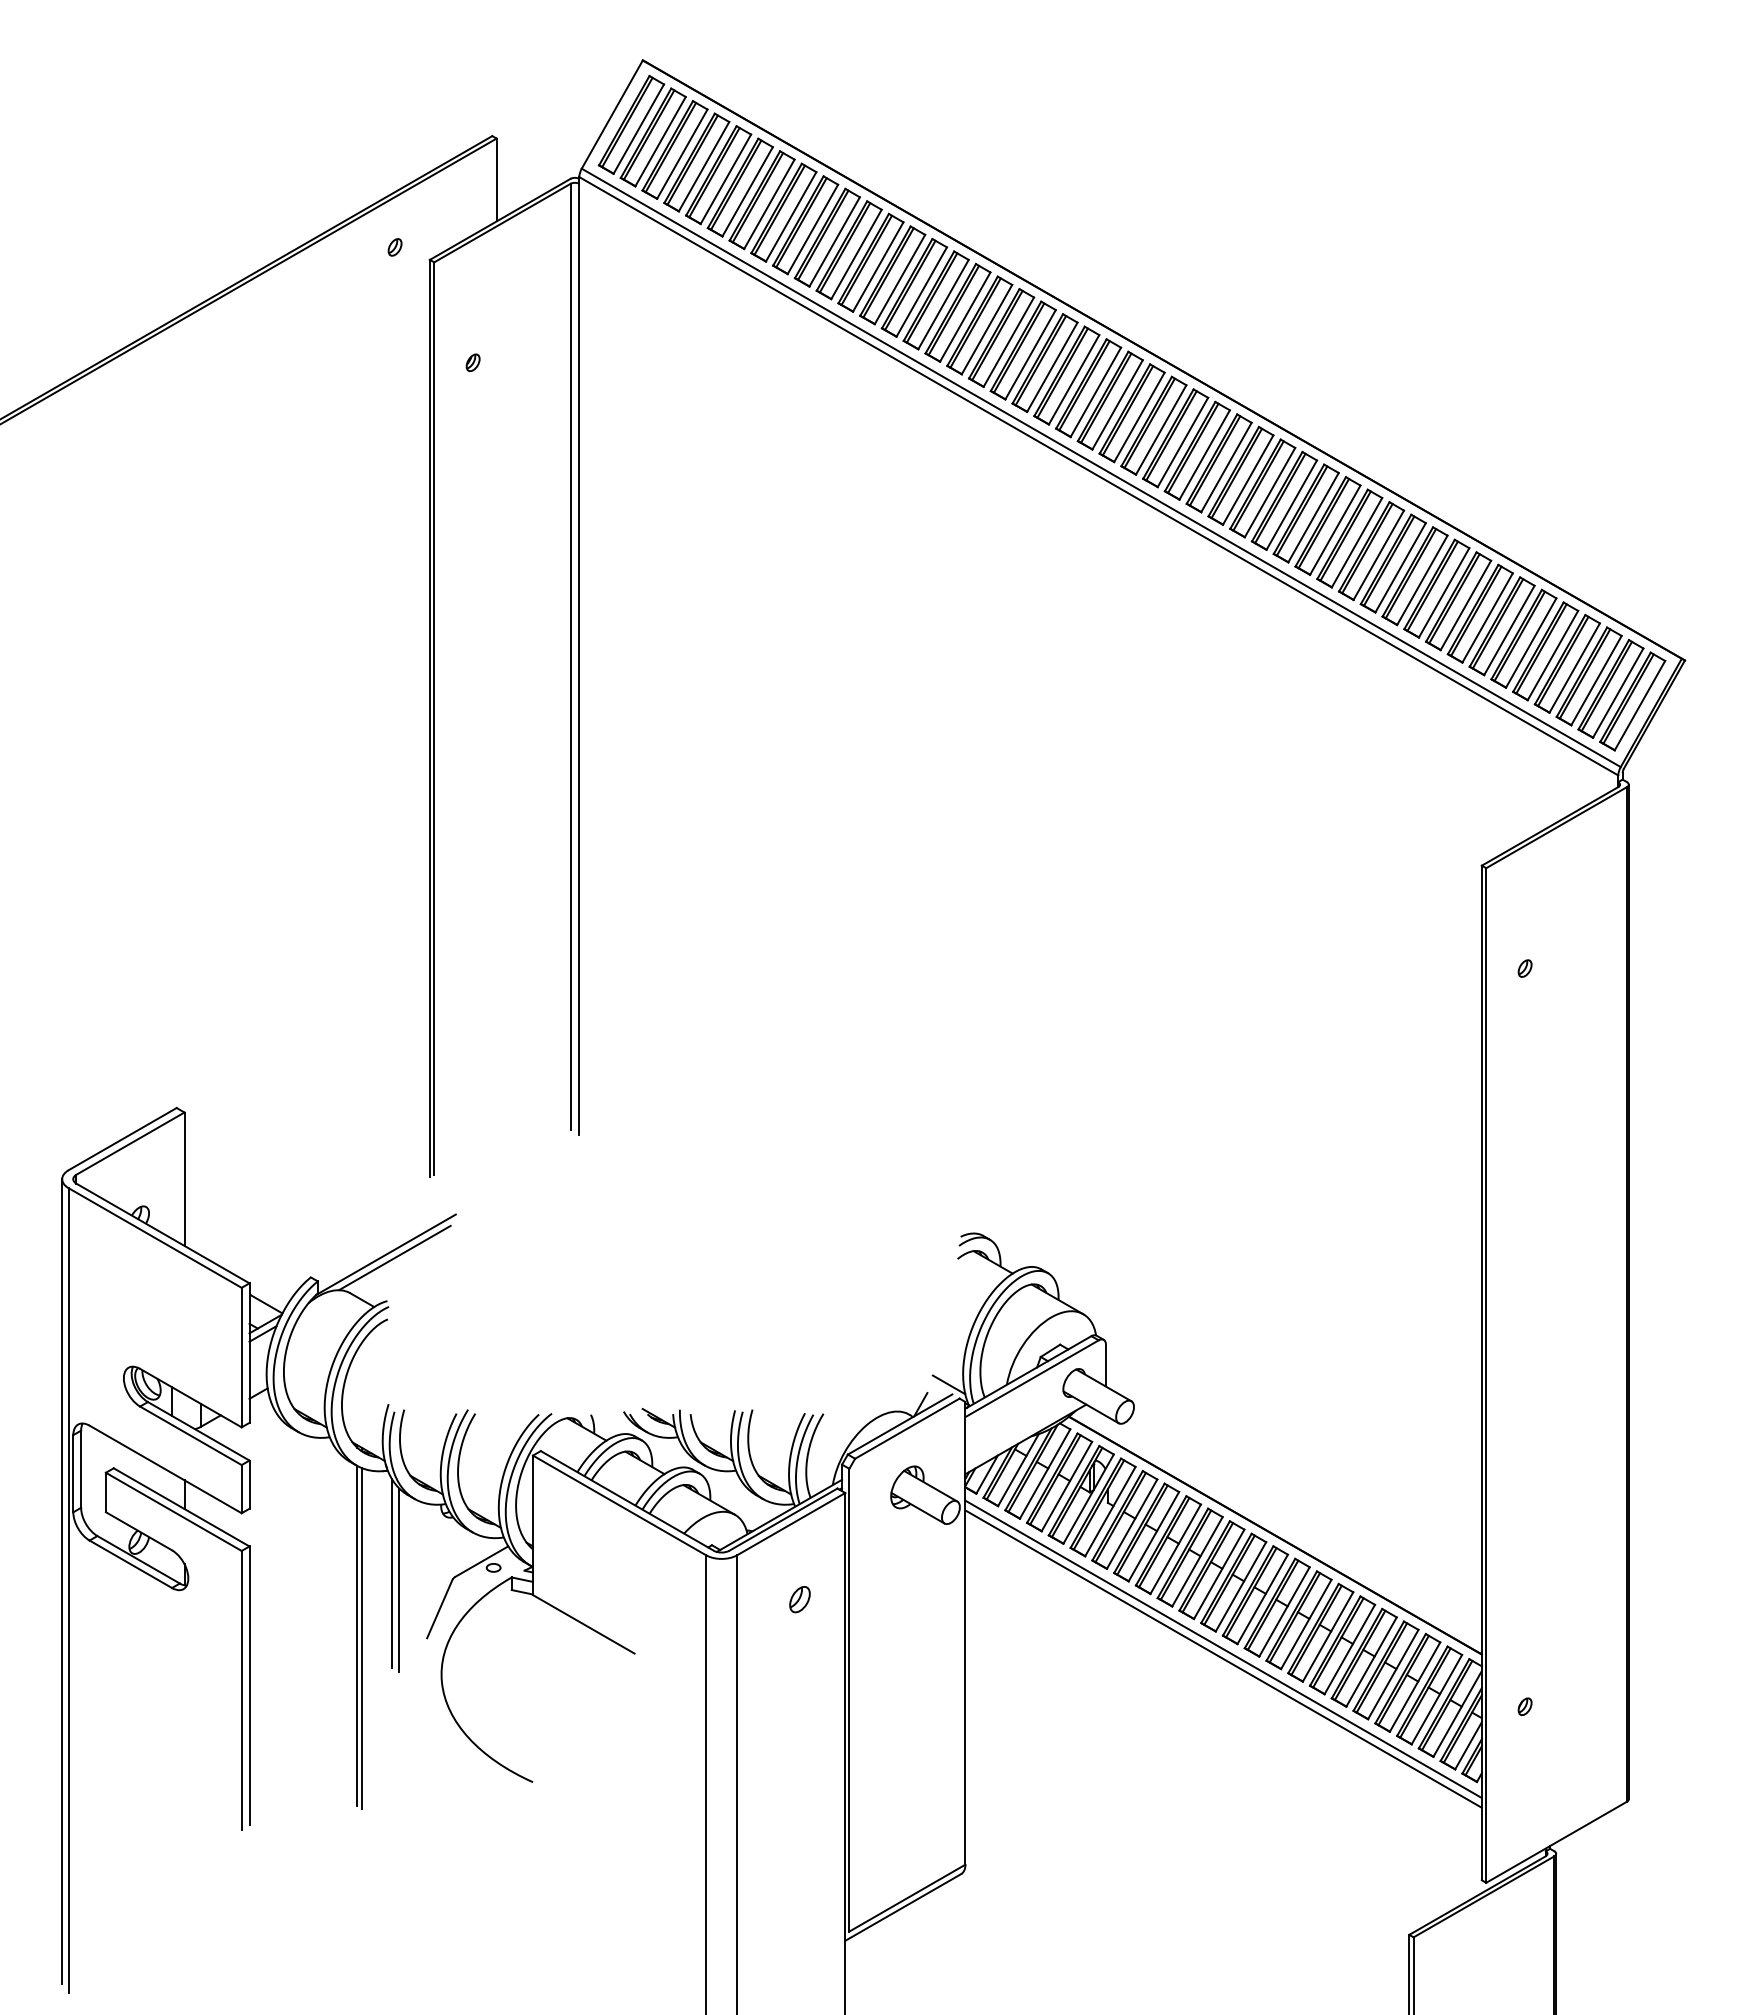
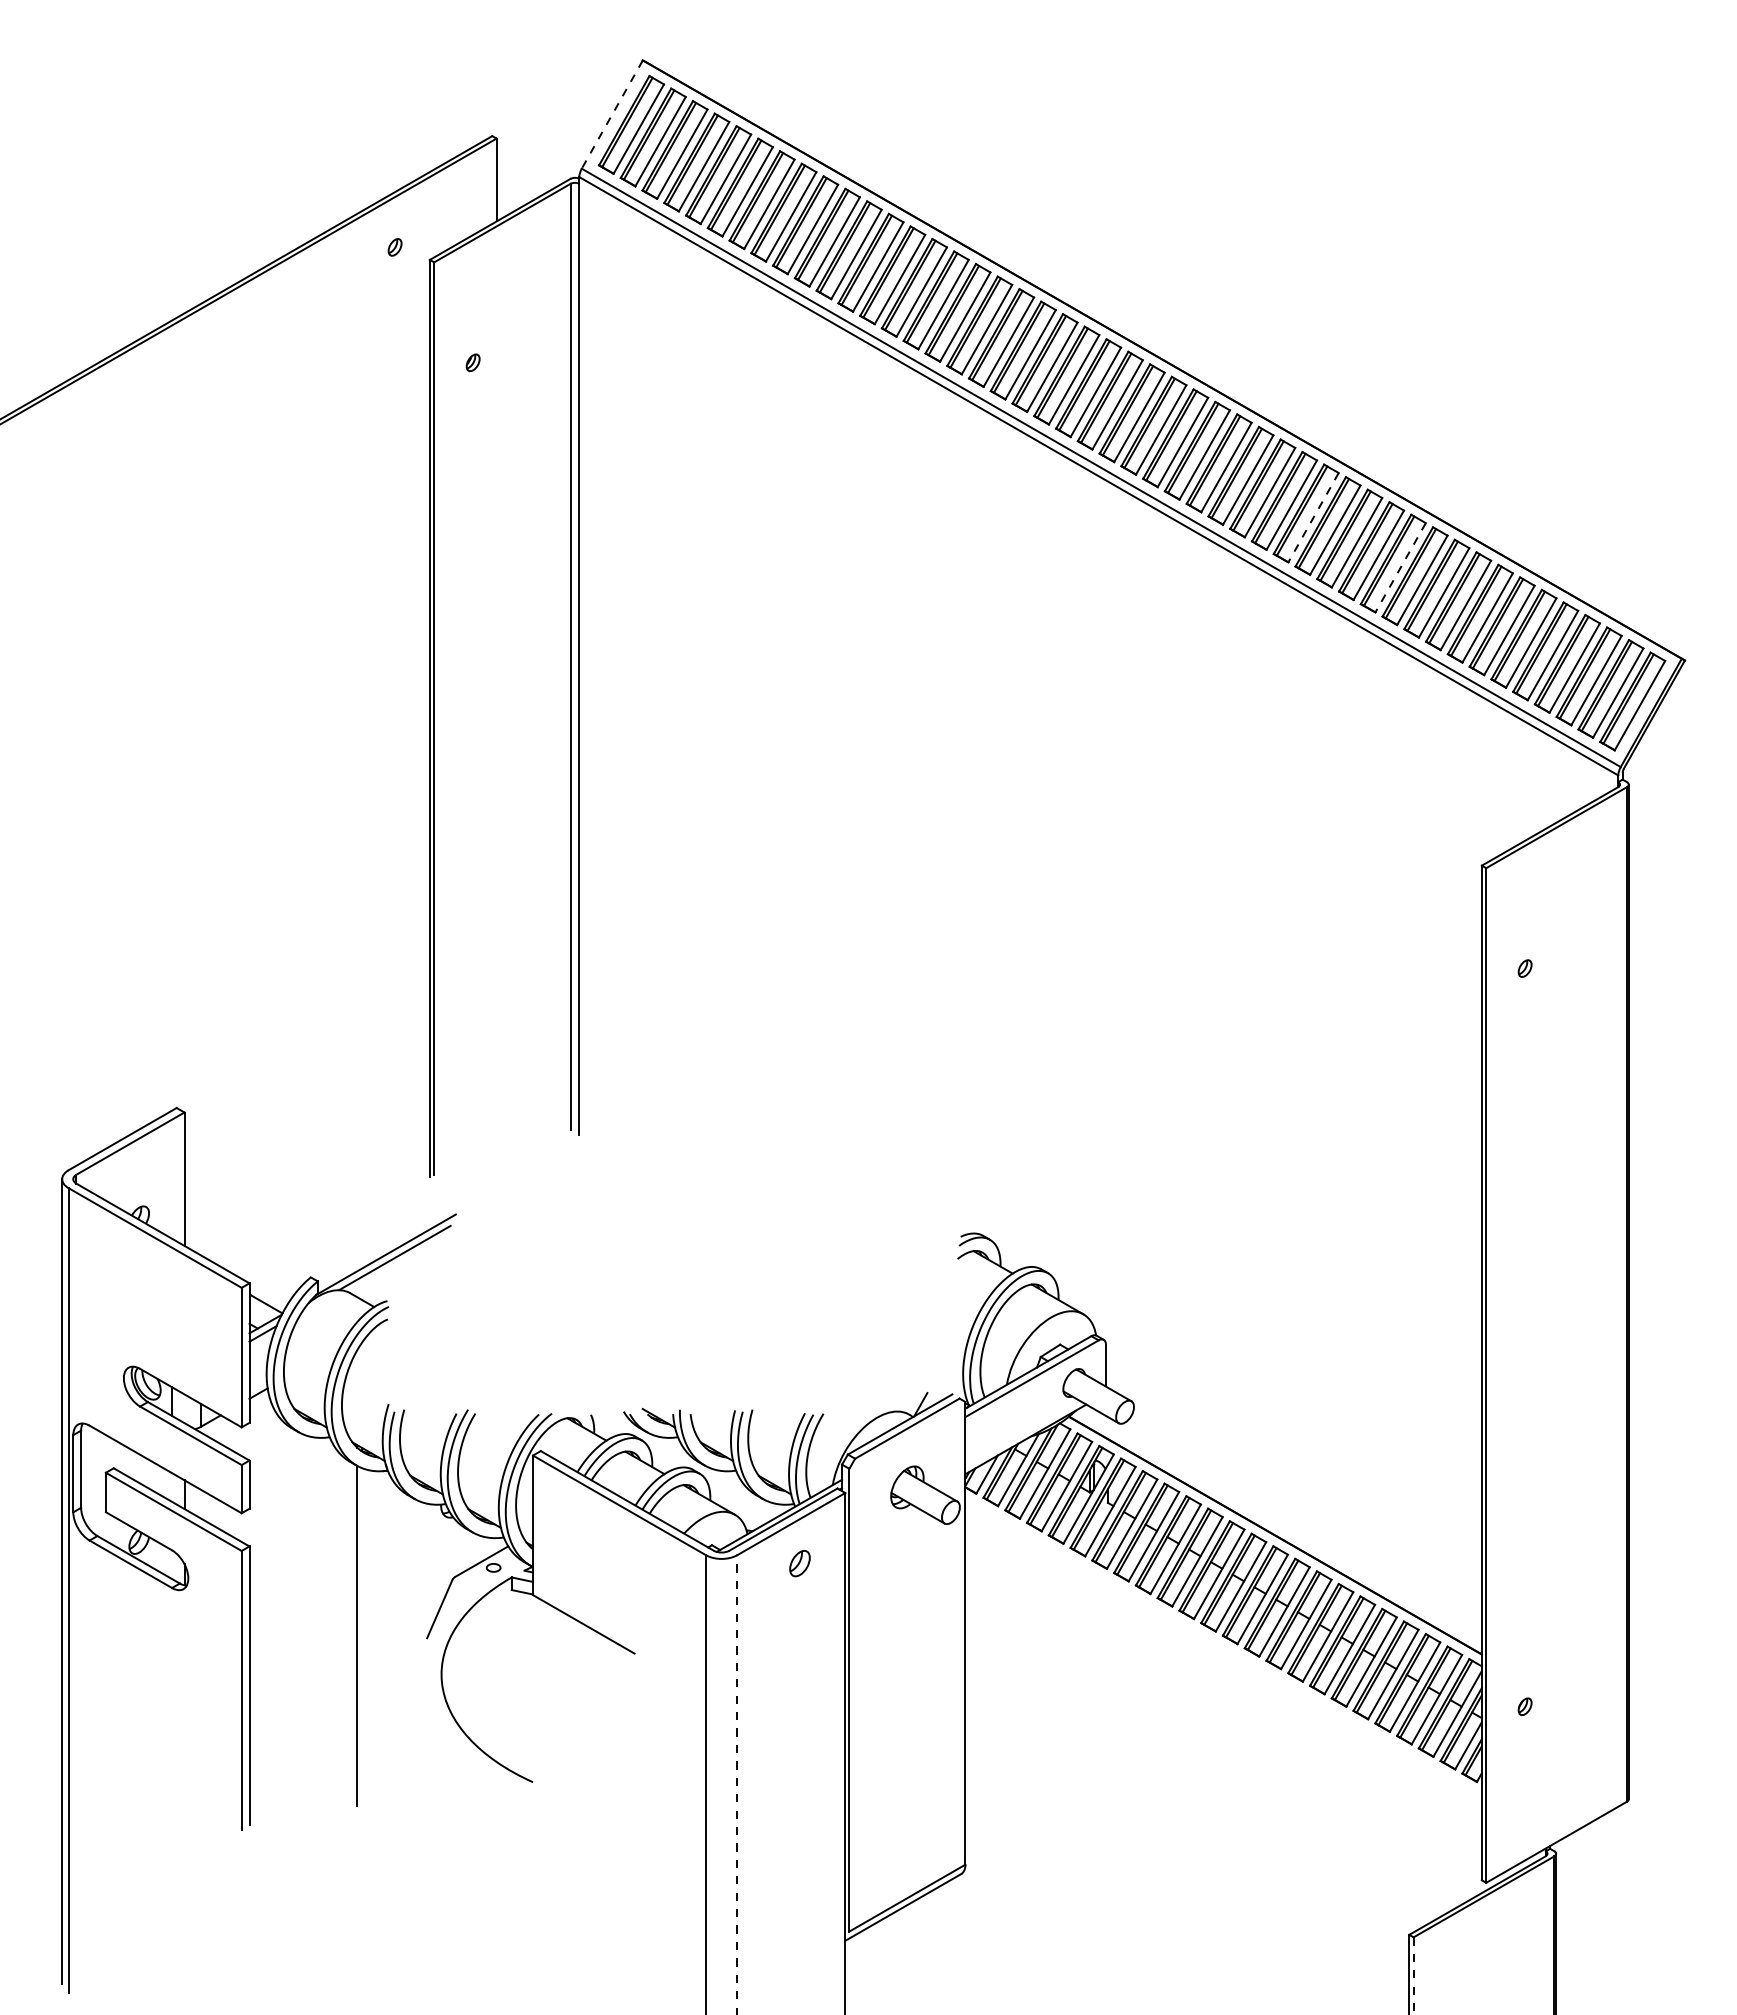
line at (612, 115): solid -> dashed
line at (1313, 518): solid -> dashed
line at (1400, 568): solid -> dashed
line at (948, 1384): present -> none
line at (392, 1573): present -> none
line at (399, 1580): present -> none
part at (799, 1599) position: (799, 1599) -> (799, 1563)
line at (361, 1638): present -> none
line at (1223, 1649): present -> none
line at (1223, 1658): present -> none
line at (737, 1785): solid -> dashed
line at (1413, 1976): solid -> dashed
